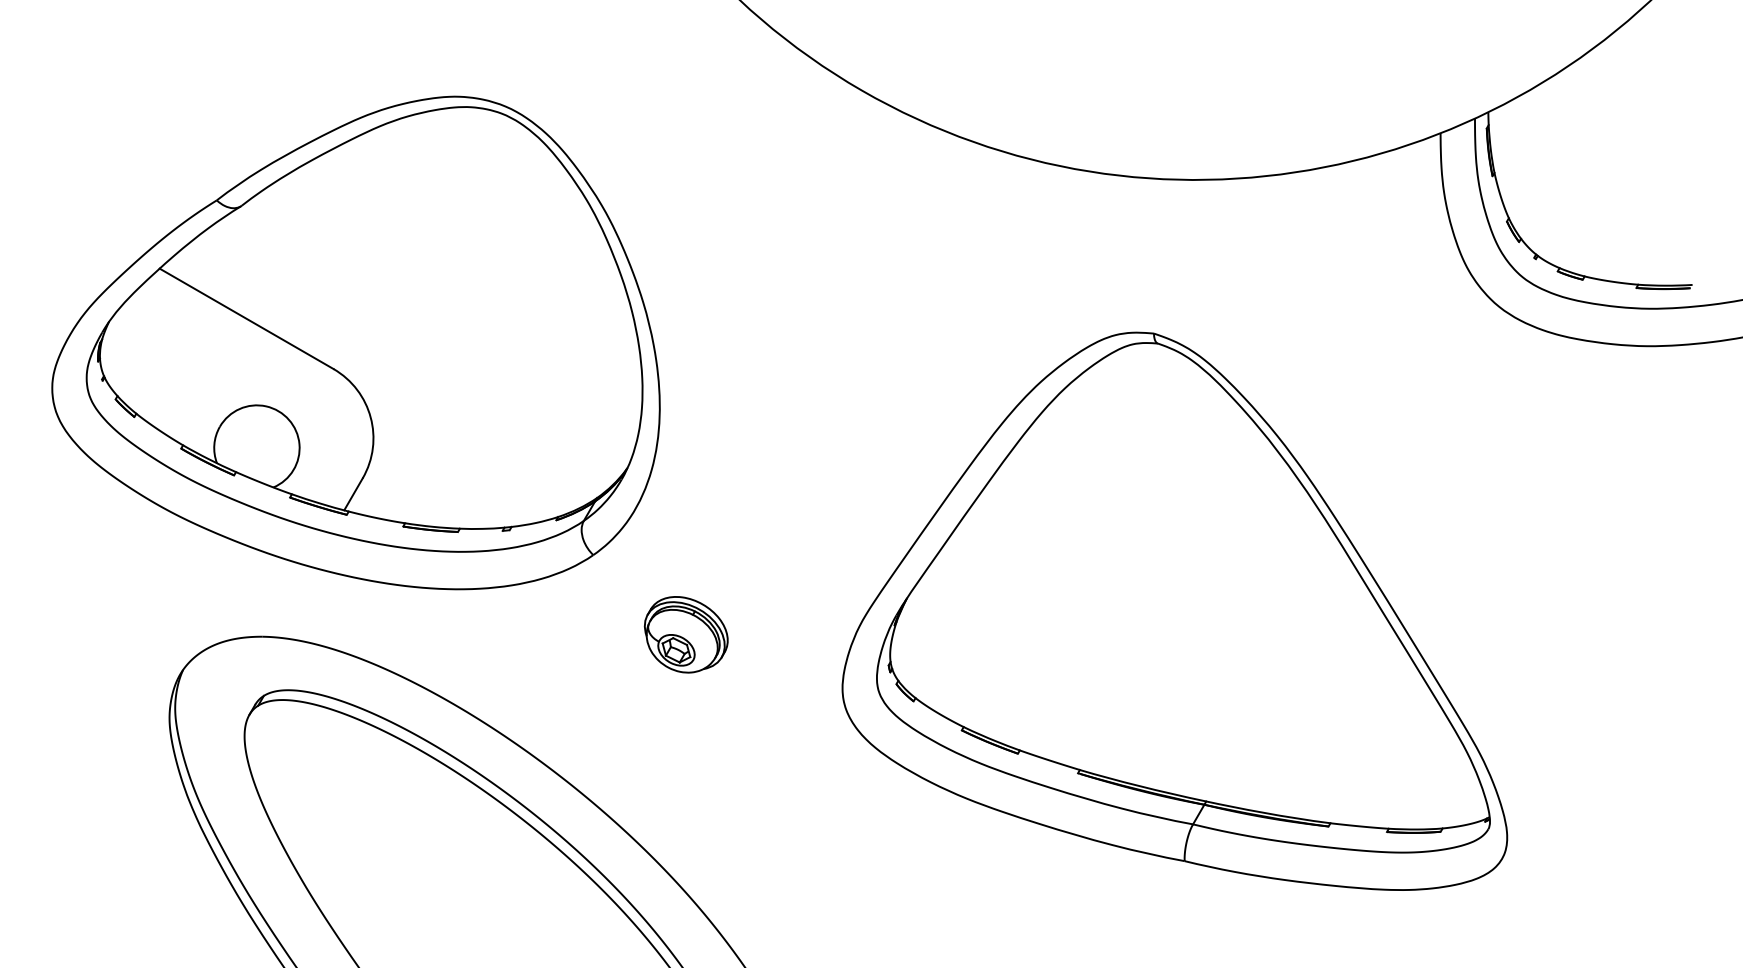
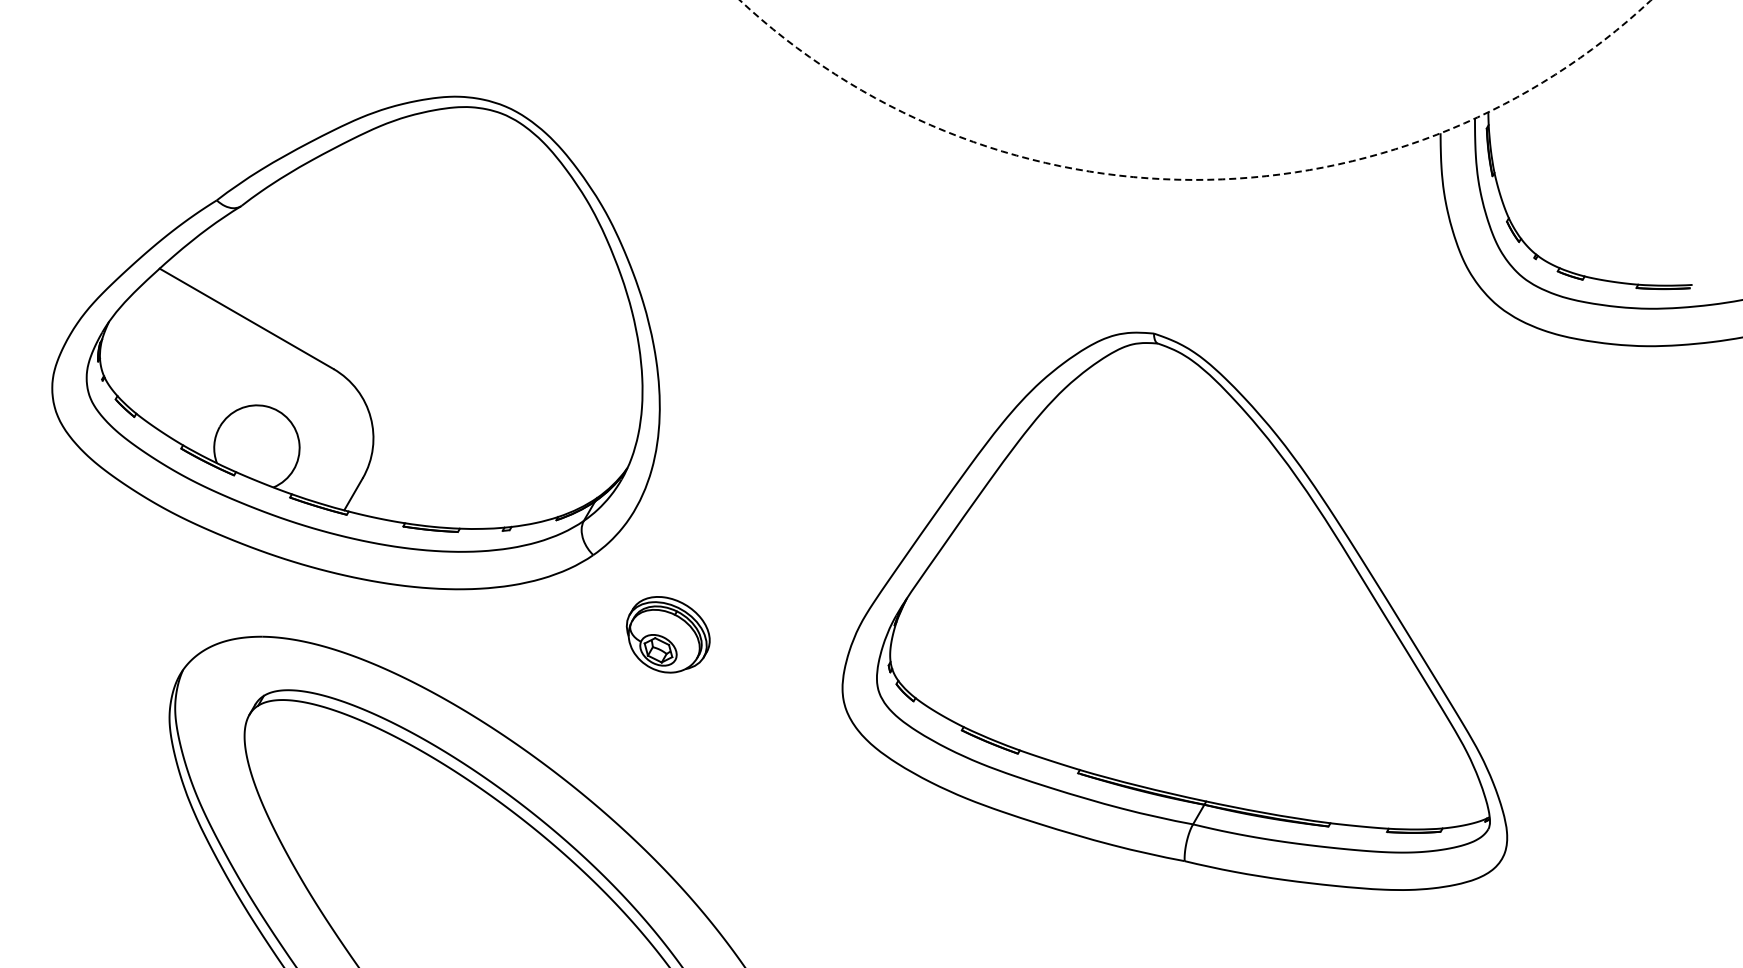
arc at (1193, 179): solid -> dashed
part at (685, 634) position: (685, 634) -> (667, 634)
